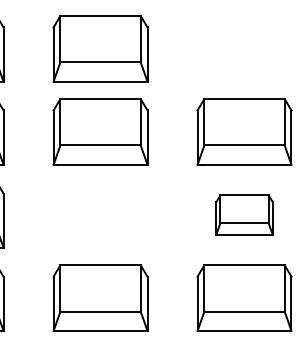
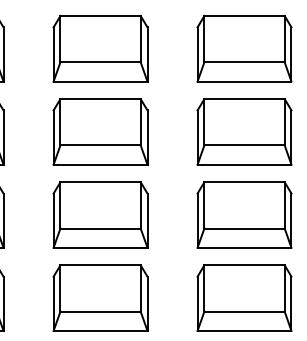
part at (244, 48): none -> present
part at (100, 214): none -> present
part at (244, 214) size: 59x42 px -> 97x68 px
